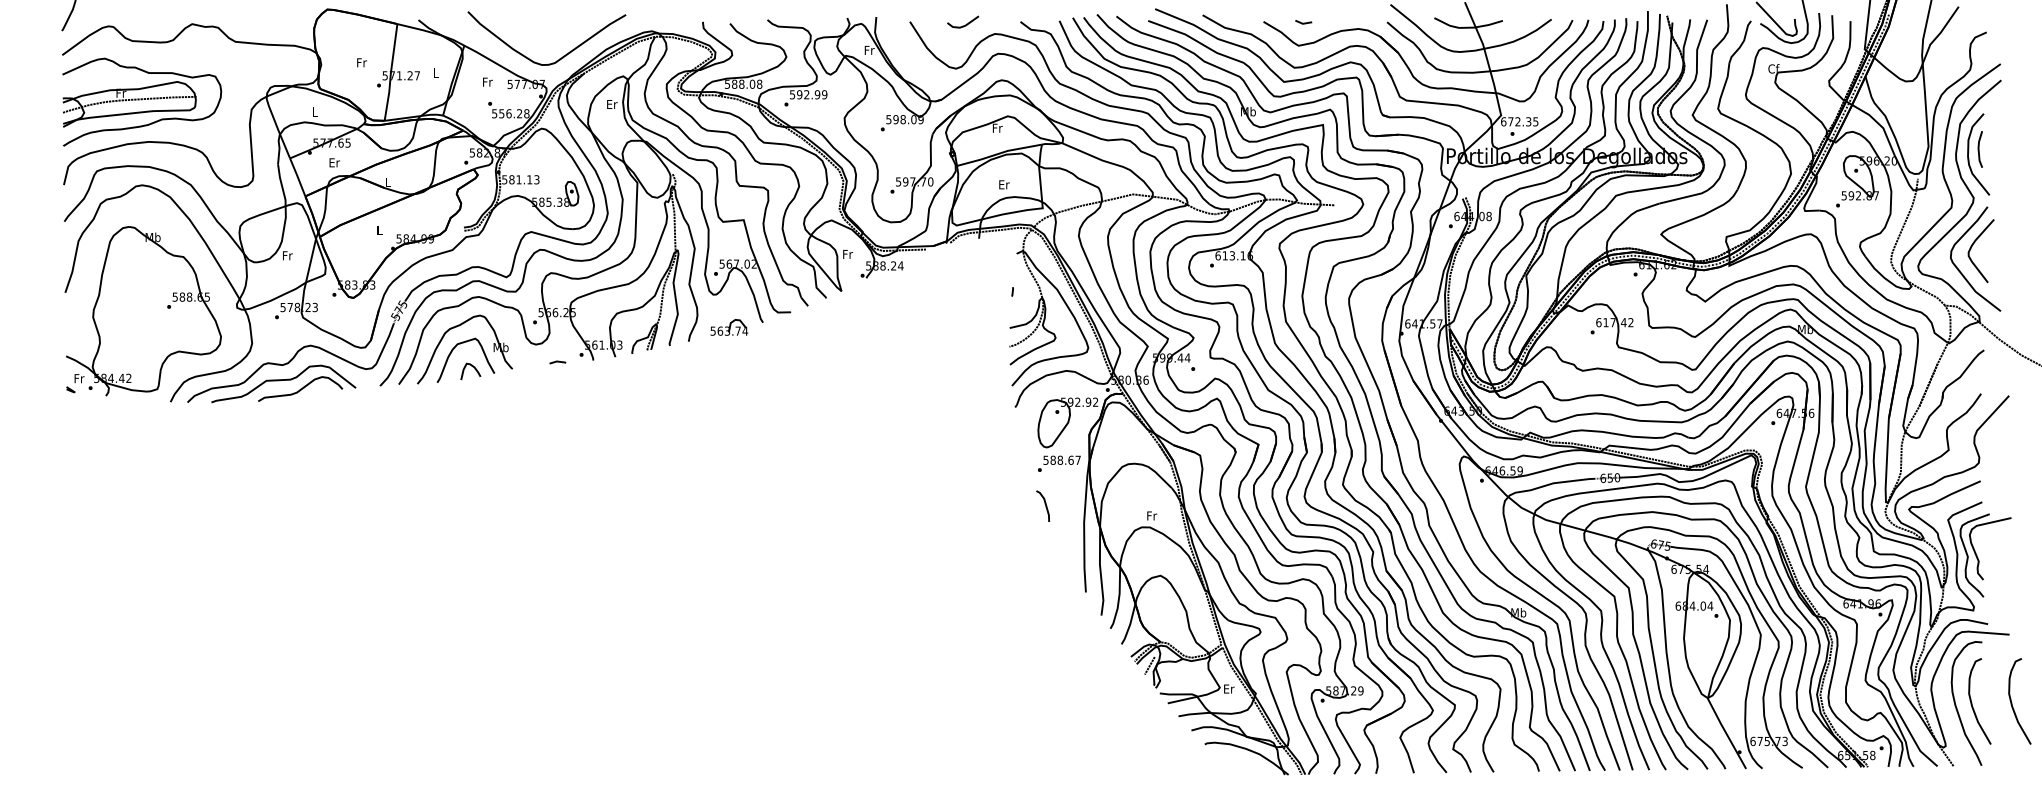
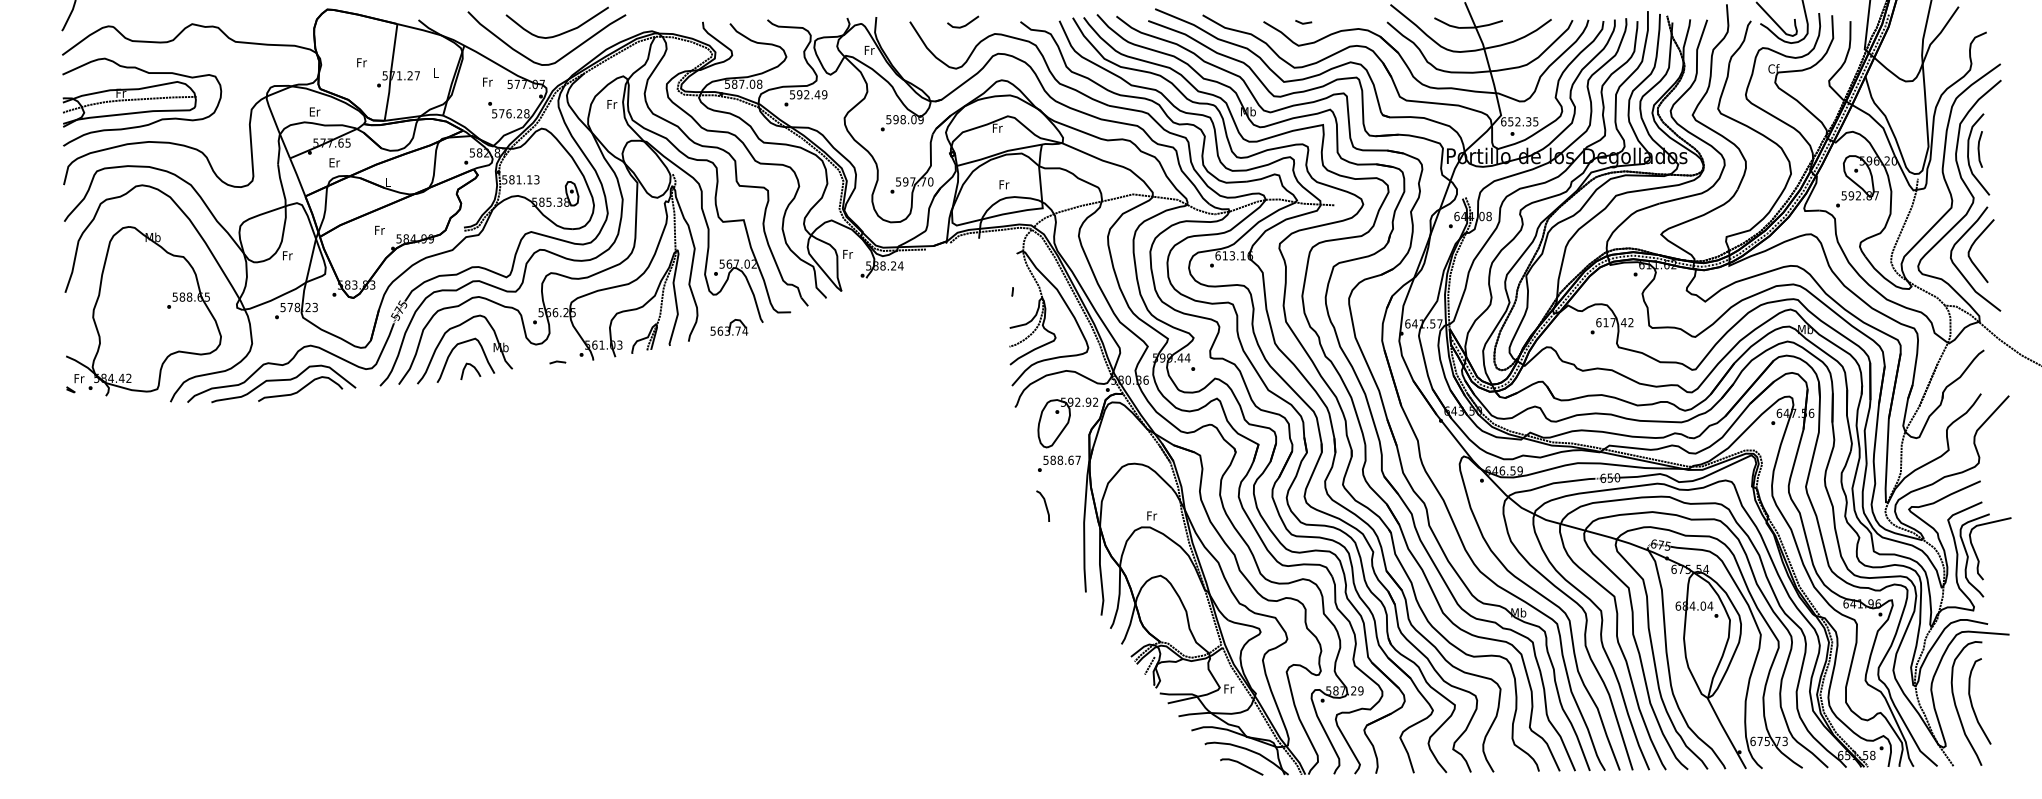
curve at (559, 33): none -> present
text at (741, 83): 588.08 -> 587.08
text at (817, 94): 592.99 -> 592.49
text at (612, 104): Er -> Fr
text at (314, 111): L -> Er
text at (501, 113): 556.28 -> 576.28
text at (1510, 121): 672.35 -> 652.35
text at (1004, 184): Er -> Fr
text at (379, 229): L -> Fr
text at (1229, 688): Er -> Fr
curve at (2012, 702): present -> none
curve at (1242, 765): none -> present
